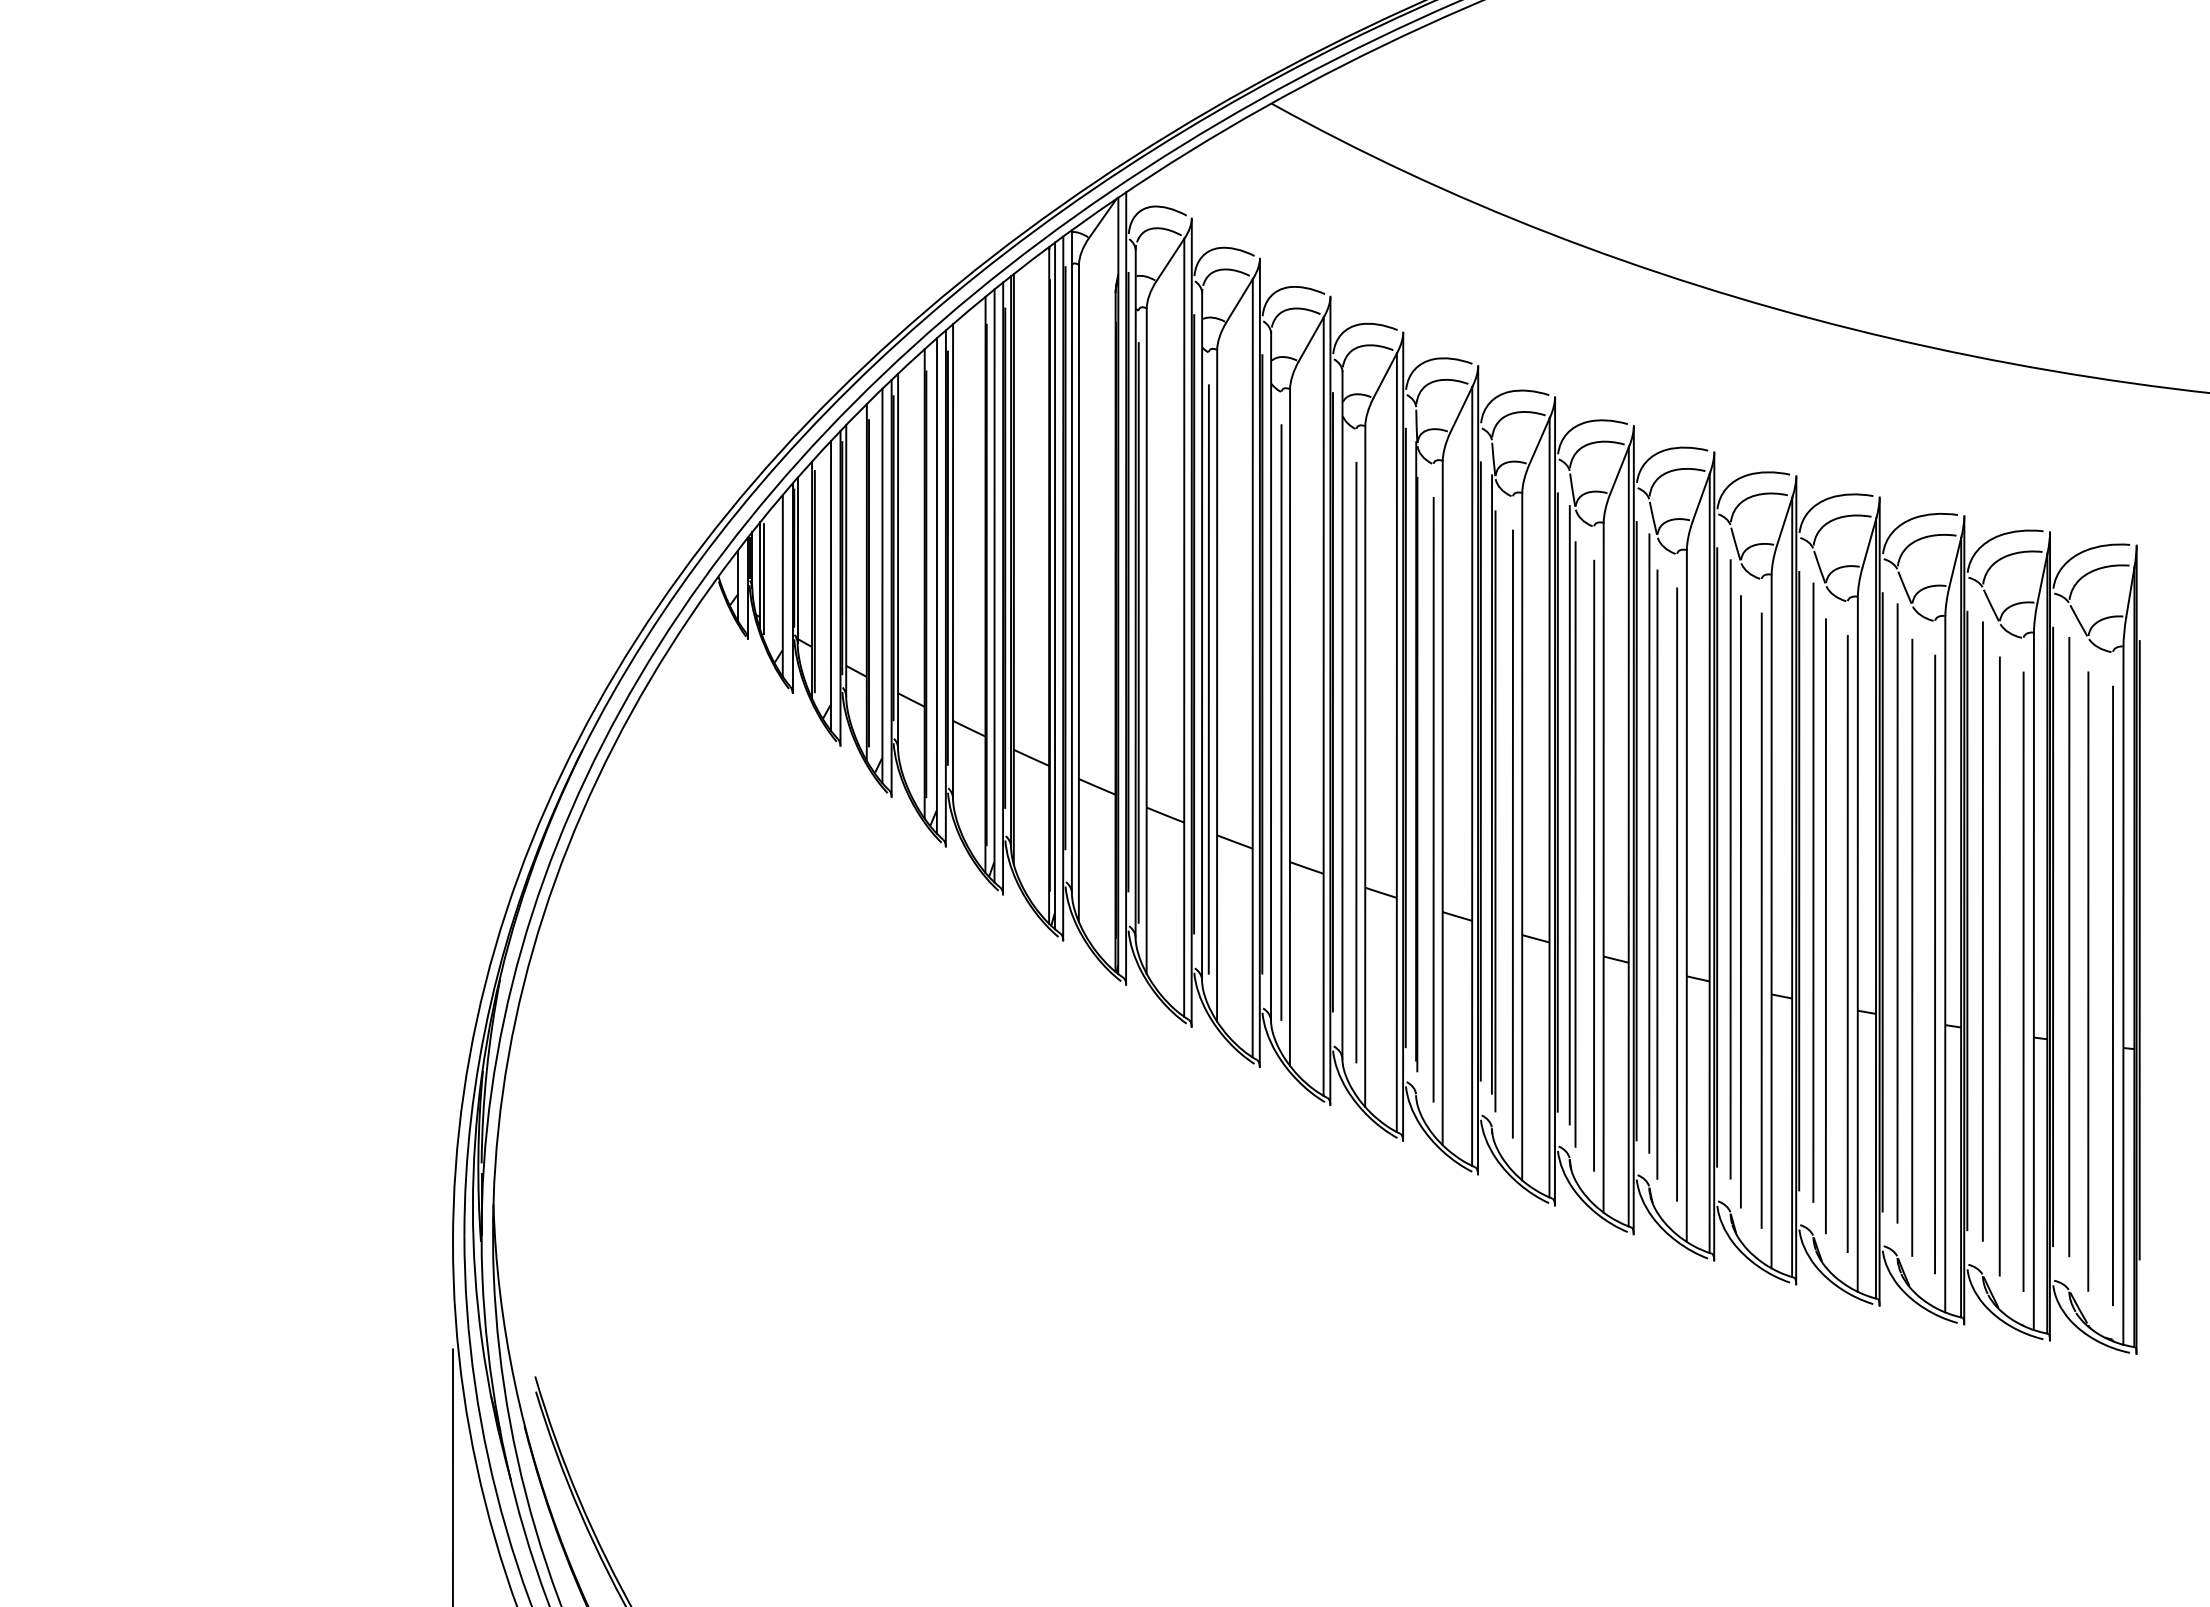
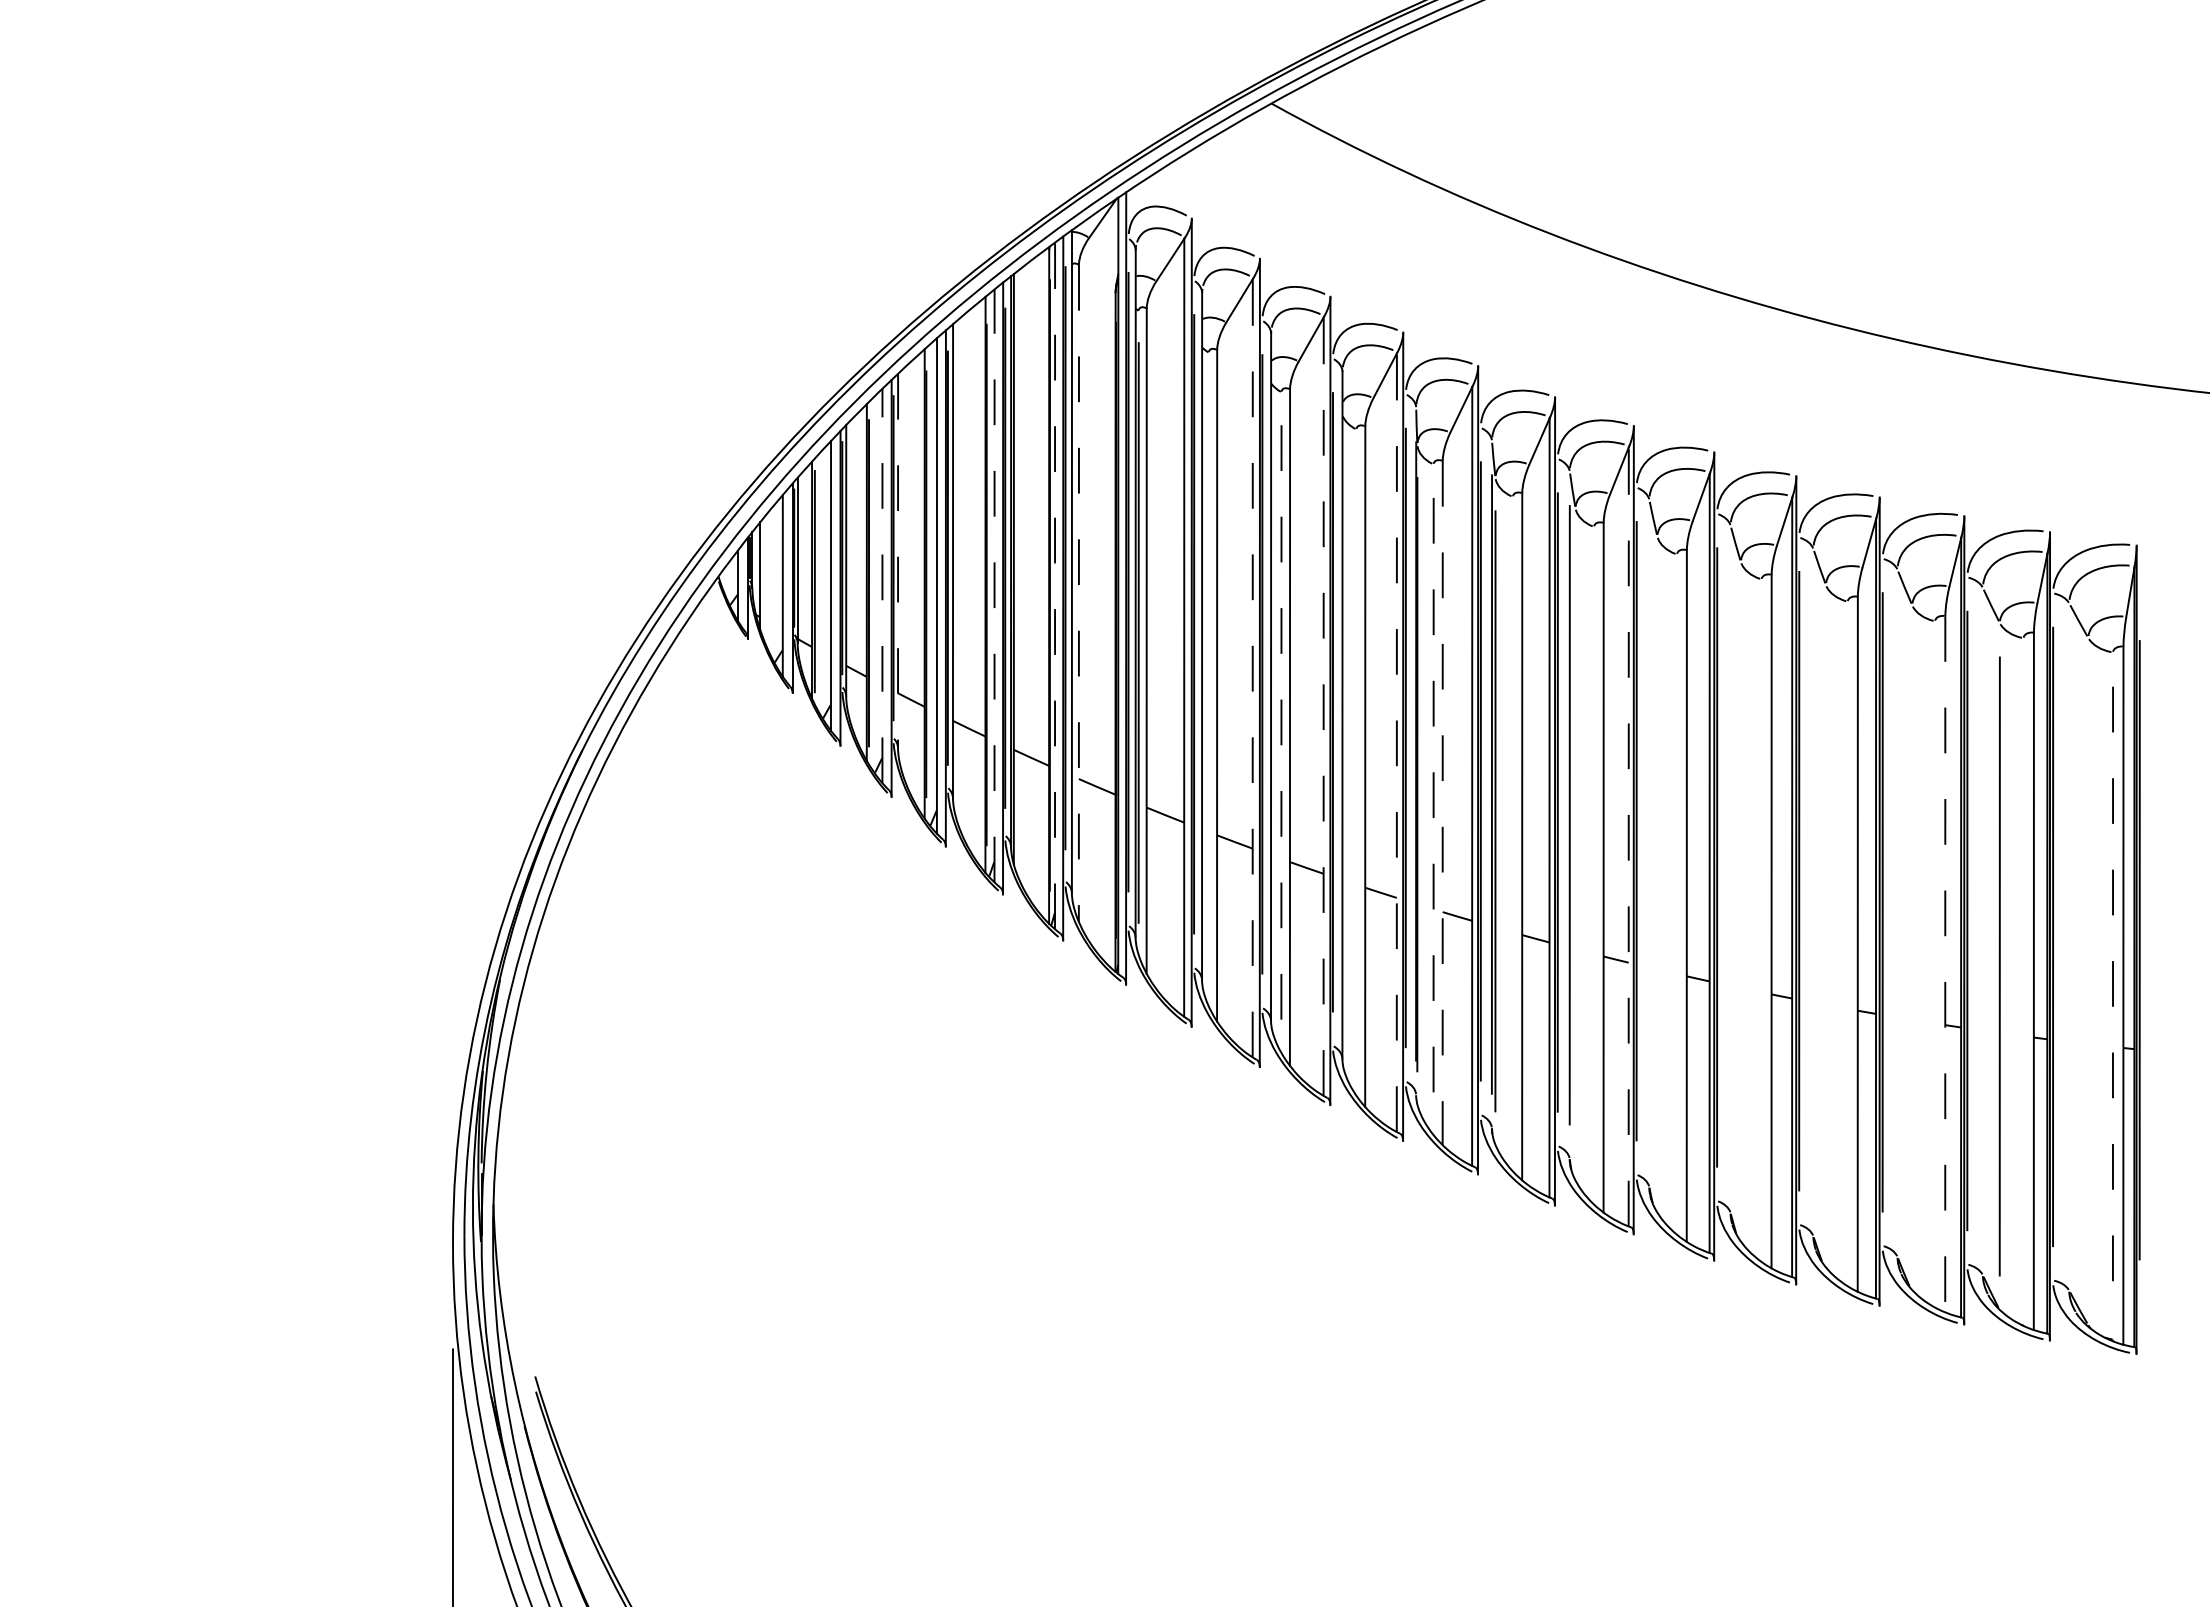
line at (898, 561): solid -> dashed
line at (763, 579): present -> none
line at (882, 585): solid -> dashed
line at (994, 585): solid -> dashed
line at (1055, 585): solid -> dashed
line at (1078, 593): solid -> dashed
line at (1252, 667): solid -> dashed
line at (1208, 679): present -> none
line at (1323, 706): solid -> dashed
line at (1281, 723): solid -> dashed
line at (1396, 742): solid -> dashed
line at (1356, 762): present -> none
line at (1433, 799): solid -> dashed
line at (1442, 803): solid -> dashed
line at (1512, 833): present -> none
line at (1628, 836): solid -> dashed
line at (1649, 843): present -> none
line at (1575, 844): present -> none
line at (1594, 865): present -> none
line at (1730, 869): present -> none
line at (1657, 874): present -> none
line at (1813, 892): present -> none
line at (1676, 894): present -> none
line at (1740, 901): present -> none
line at (1897, 913): present -> none
line at (1761, 920): present -> none
line at (1825, 926): present -> none
line at (1982, 931): present -> none
line at (1847, 943): present -> none
line at (2069, 946): present -> none
line at (1912, 947): present -> none
line at (1935, 964): present -> none
line at (1945, 964): solid -> dashed
line at (2023, 981): present -> none
line at (2088, 981): present -> none
line at (2113, 996): solid -> dashed
